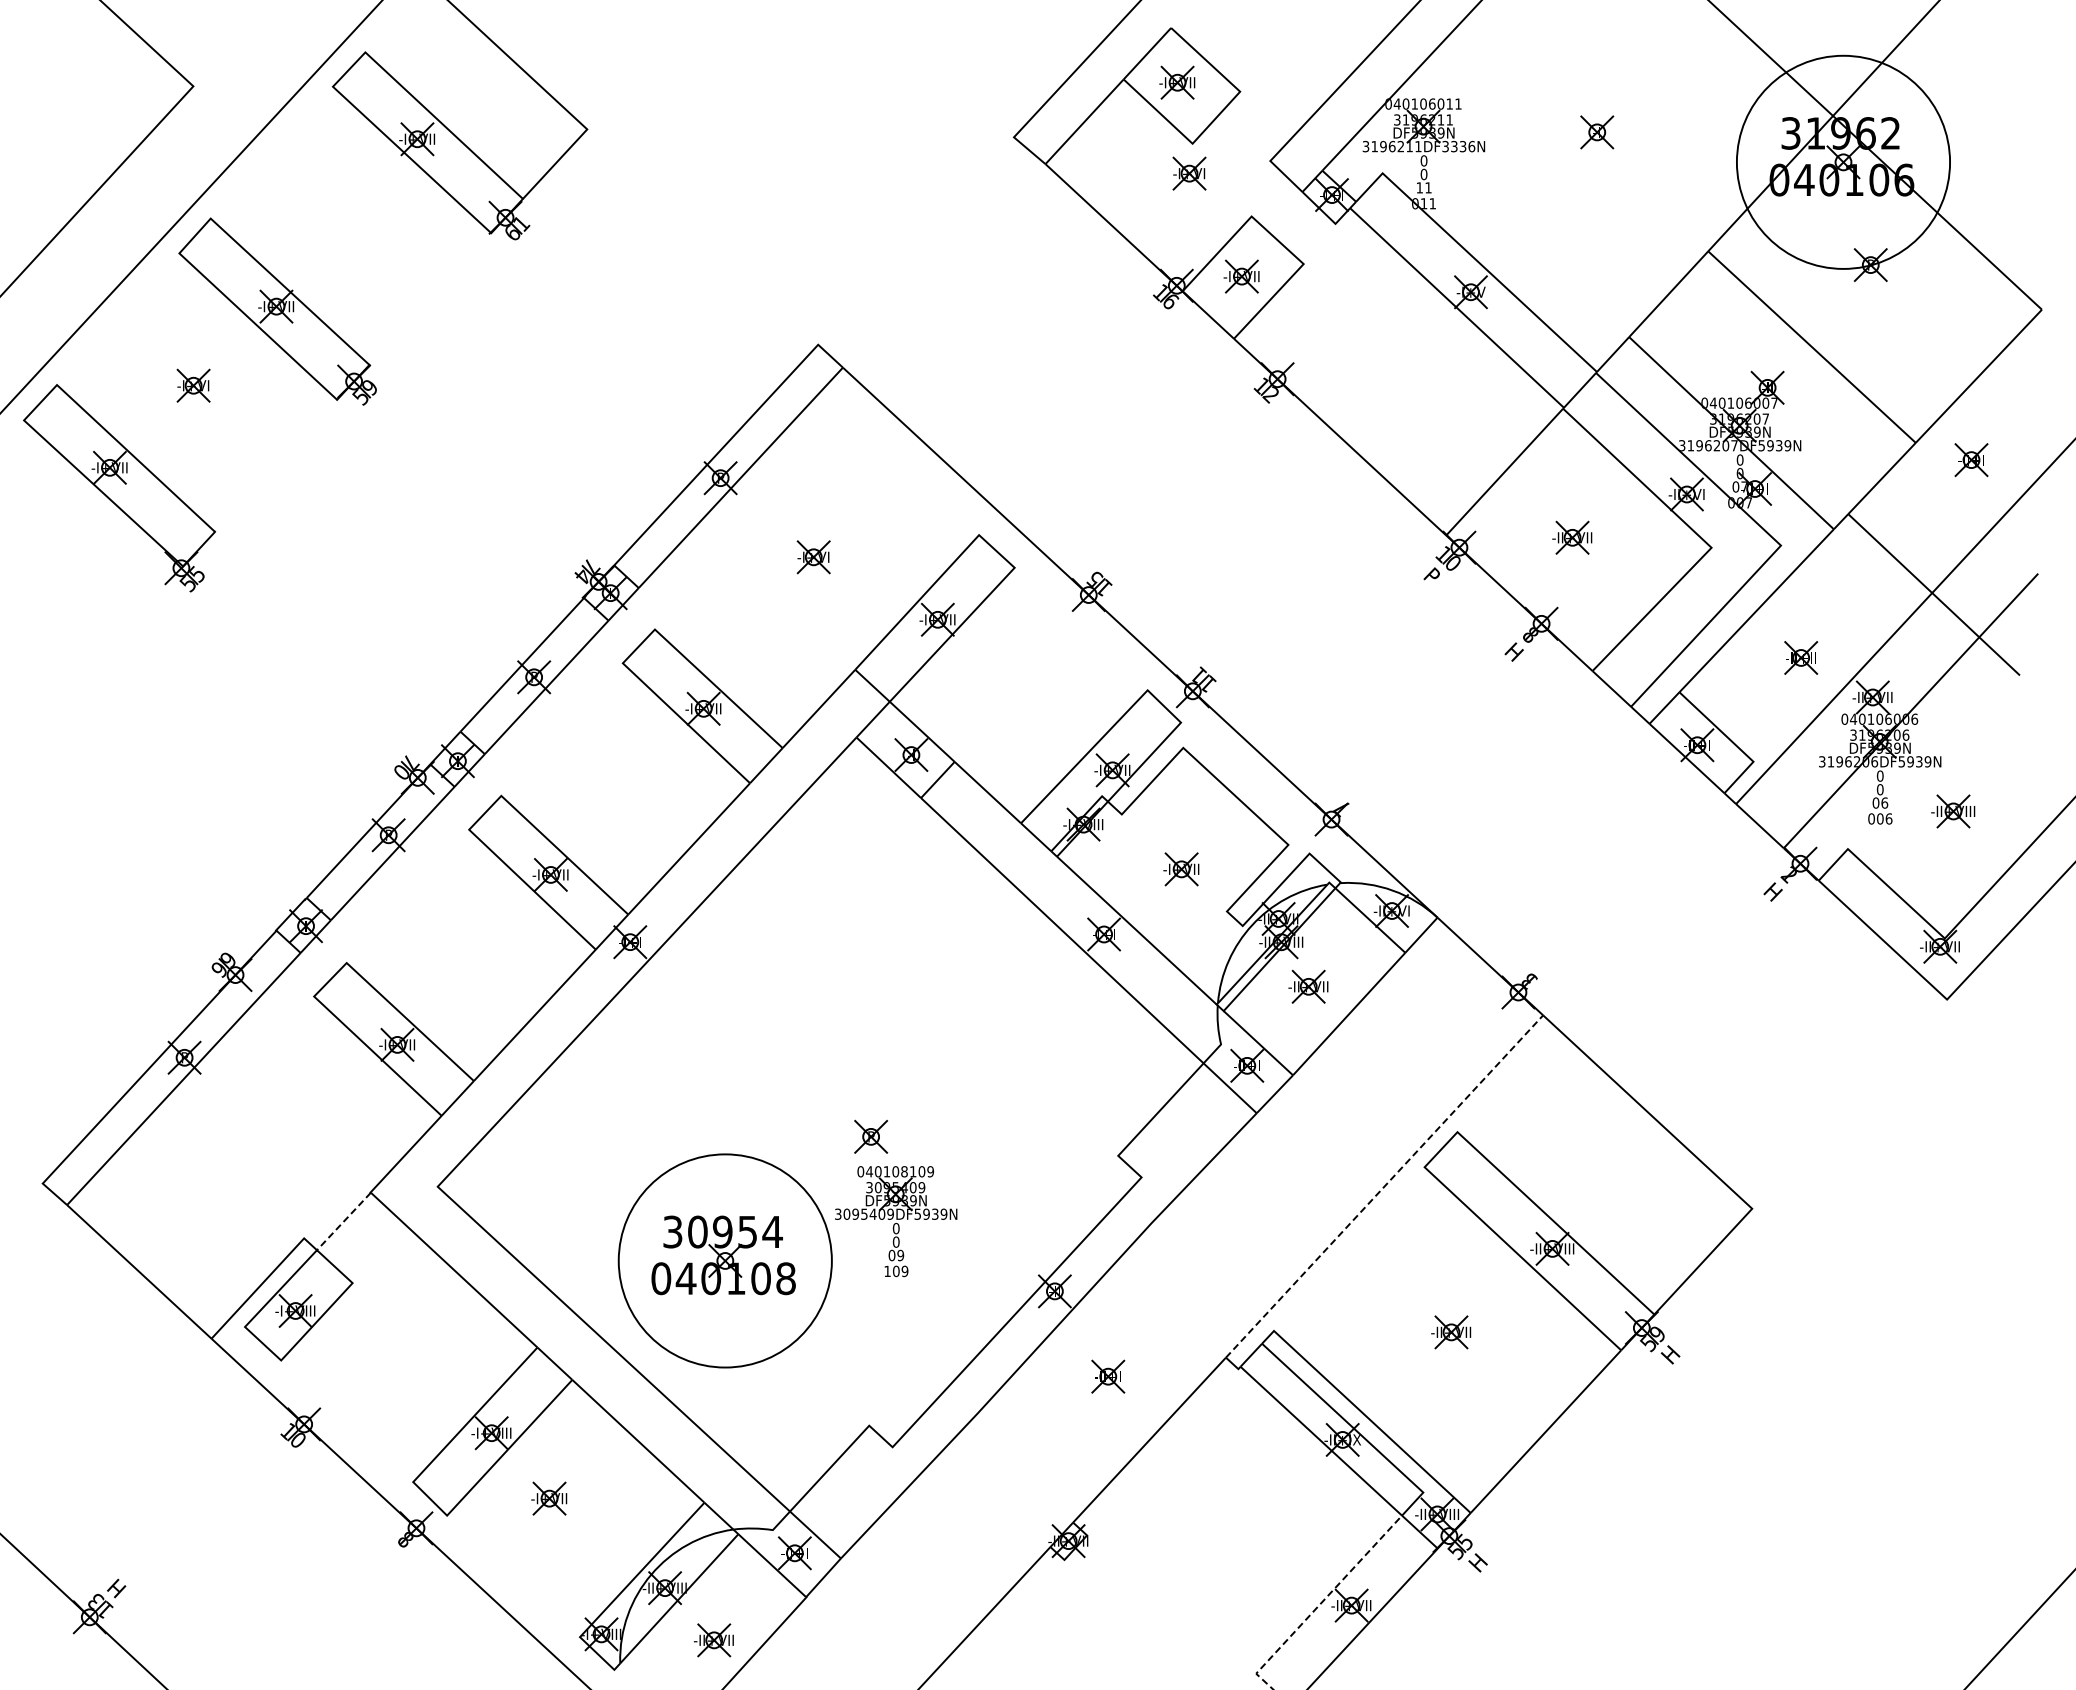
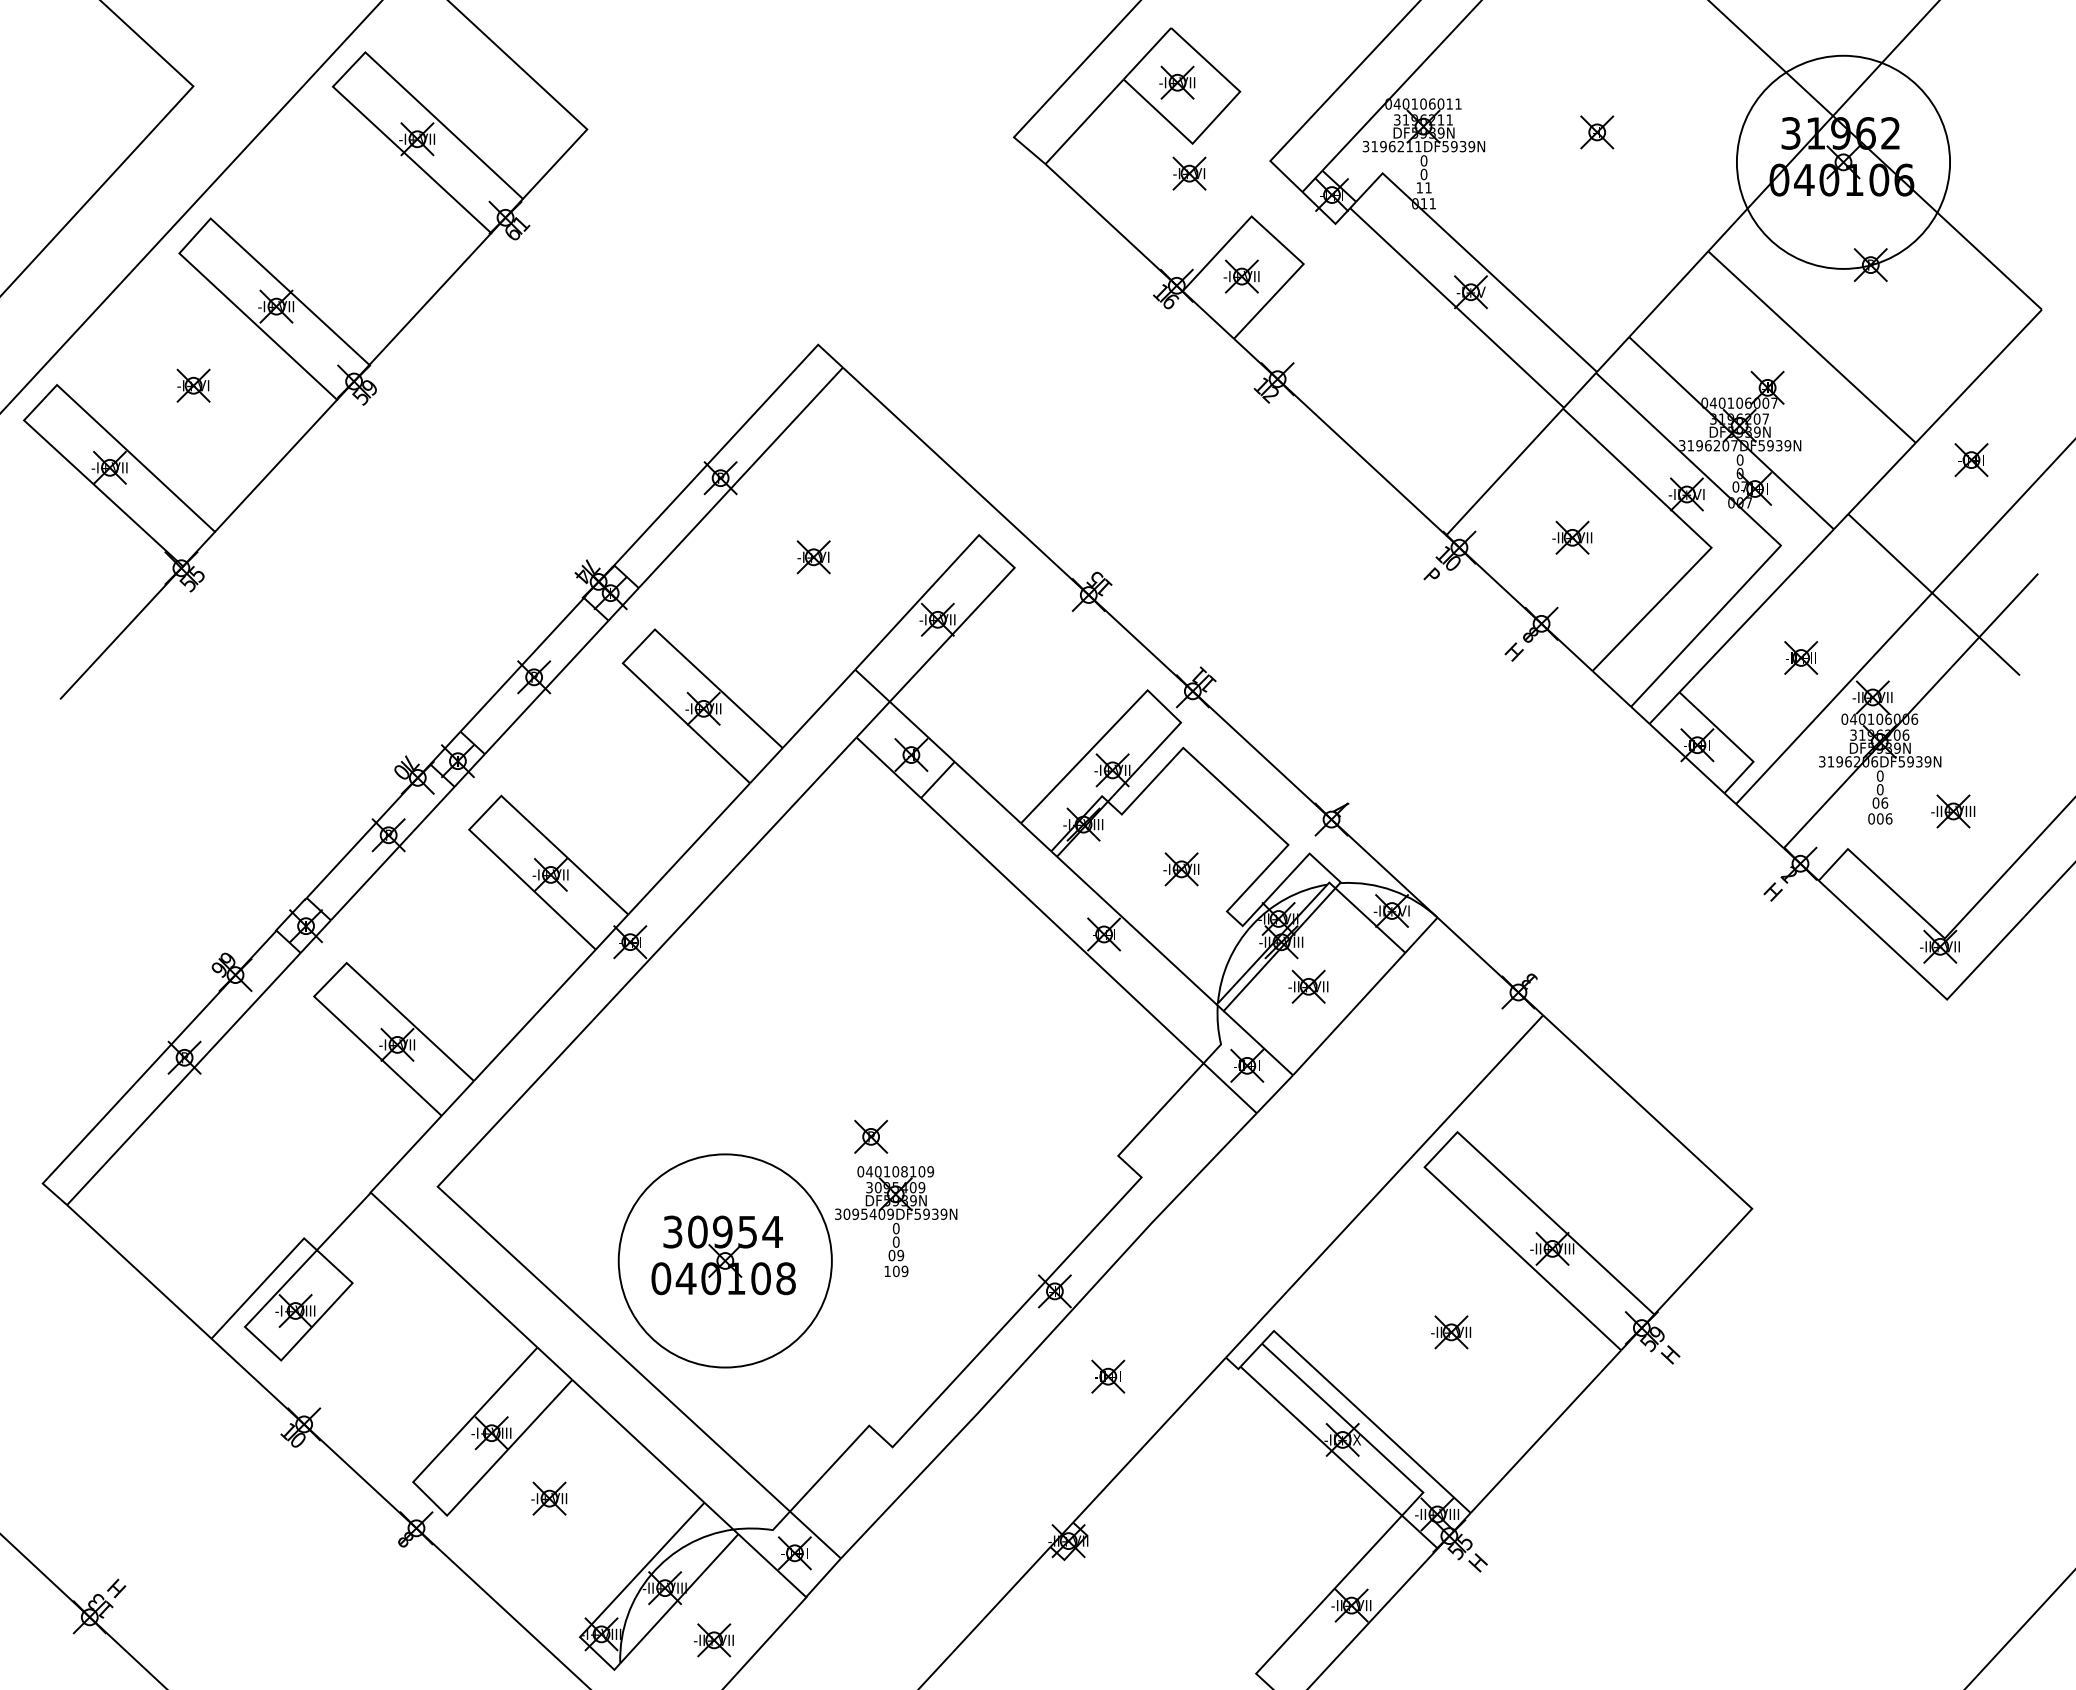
text at (1458, 146): 3196211DF3336N -> 3196211DF5939N
line at (430, 298): none -> present
line at (276, 465): none -> present
line at (121, 632): none -> present
line at (1384, 1186): dashed -> solid
line at (343, 1221): dashed -> solid
line at (1321, 1603): dashed -> solid
